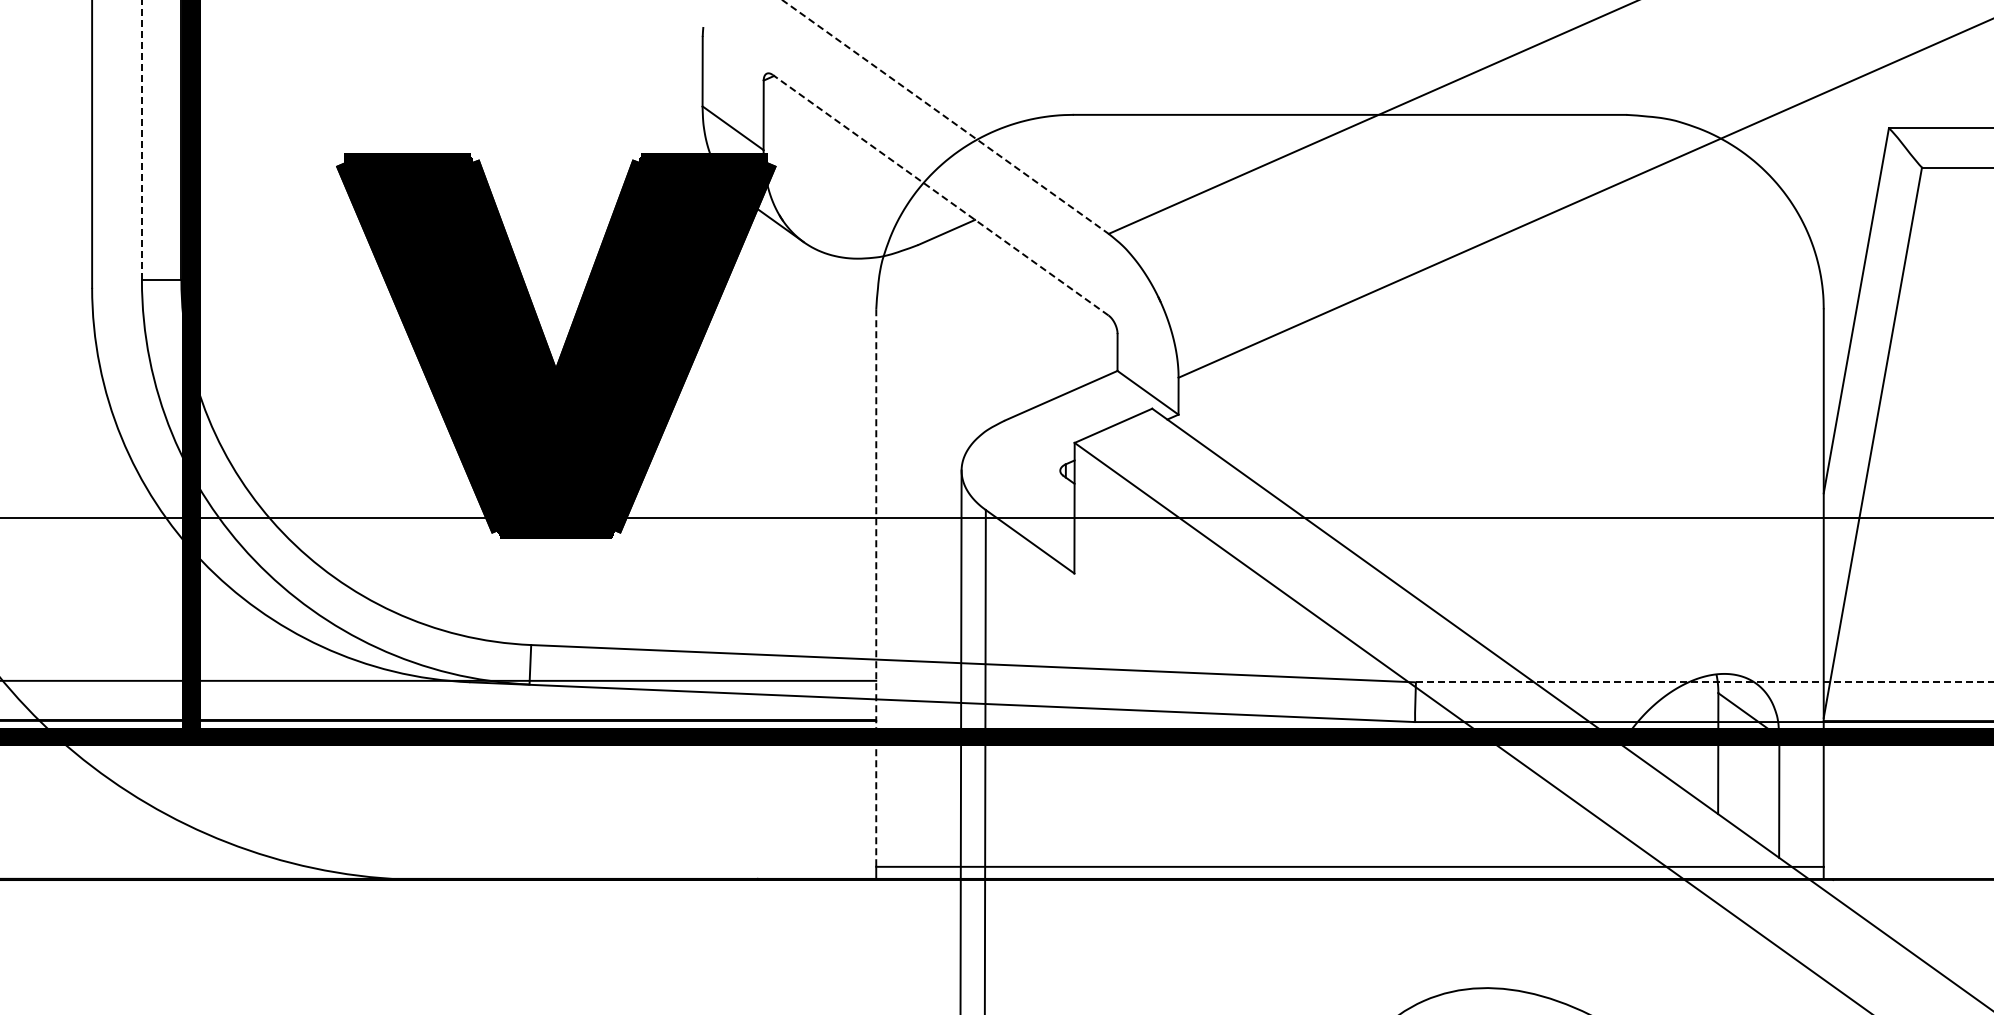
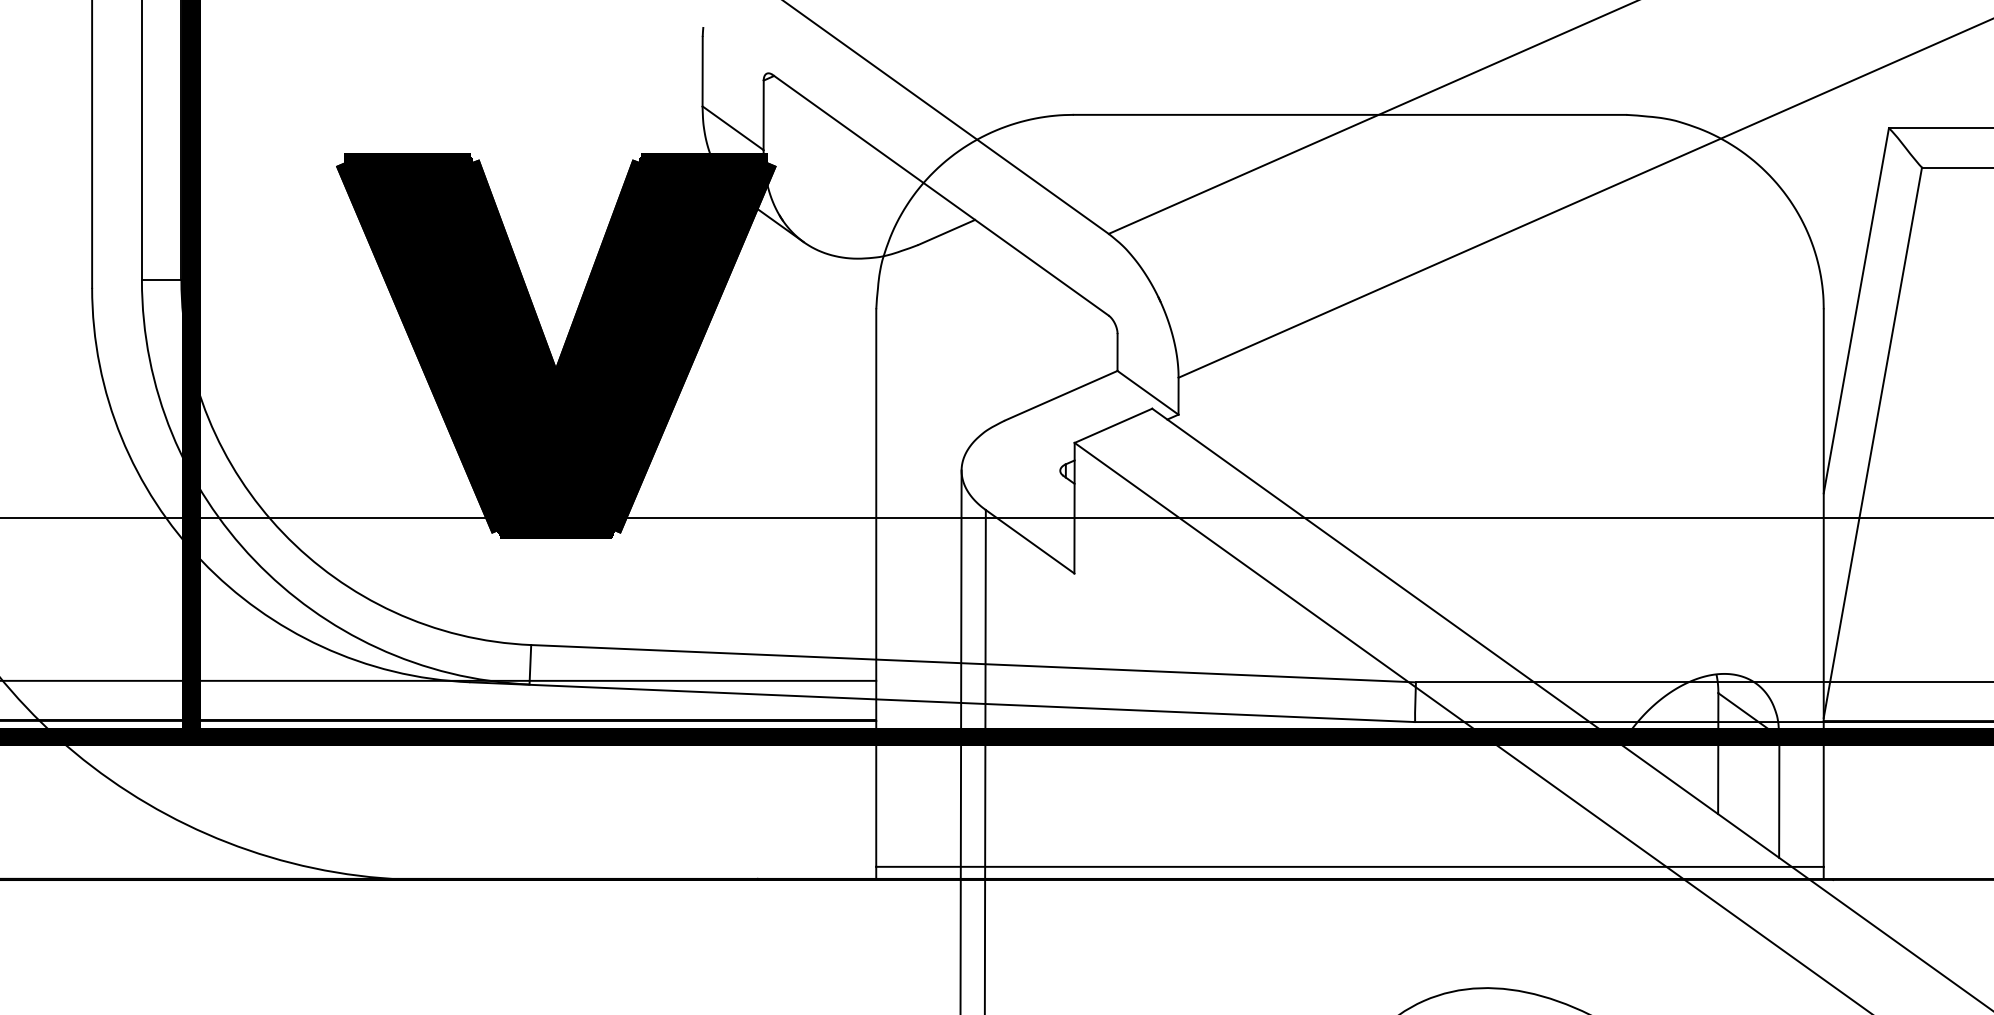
line at (945, 117): dashed -> solid
line at (141, 140): dashed -> solid
line at (940, 195): dashed -> solid
line at (876, 588): dashed -> solid
line at (1704, 682): dashed -> solid
